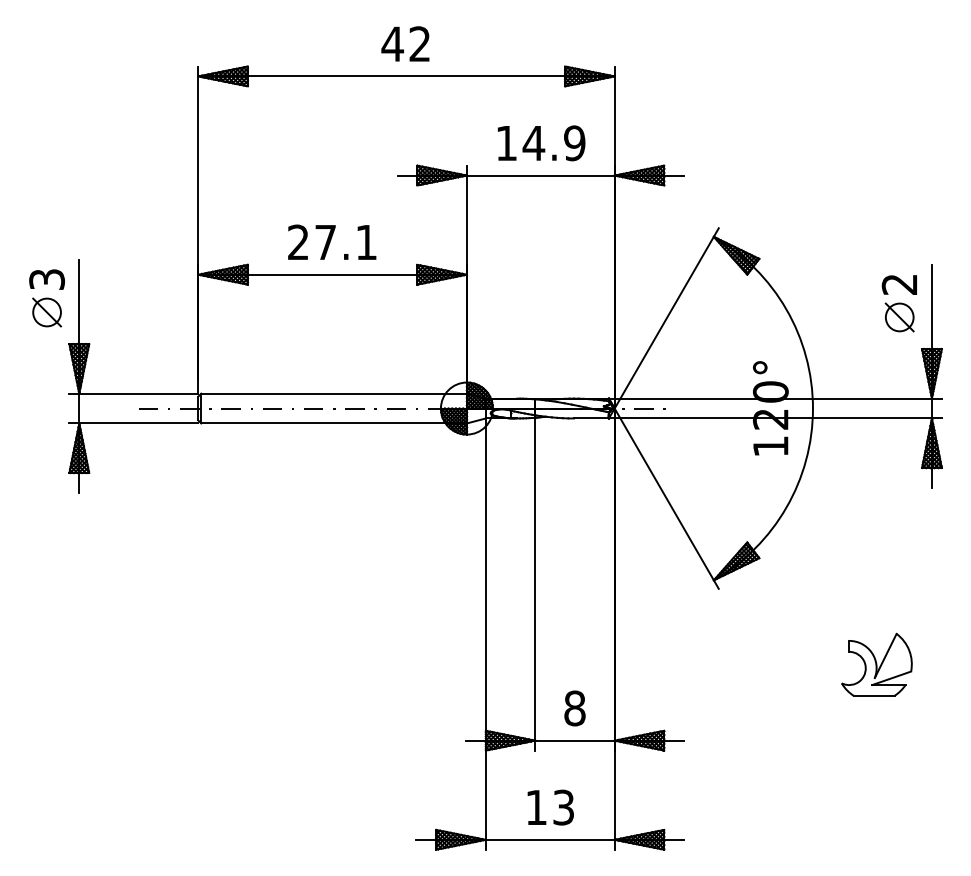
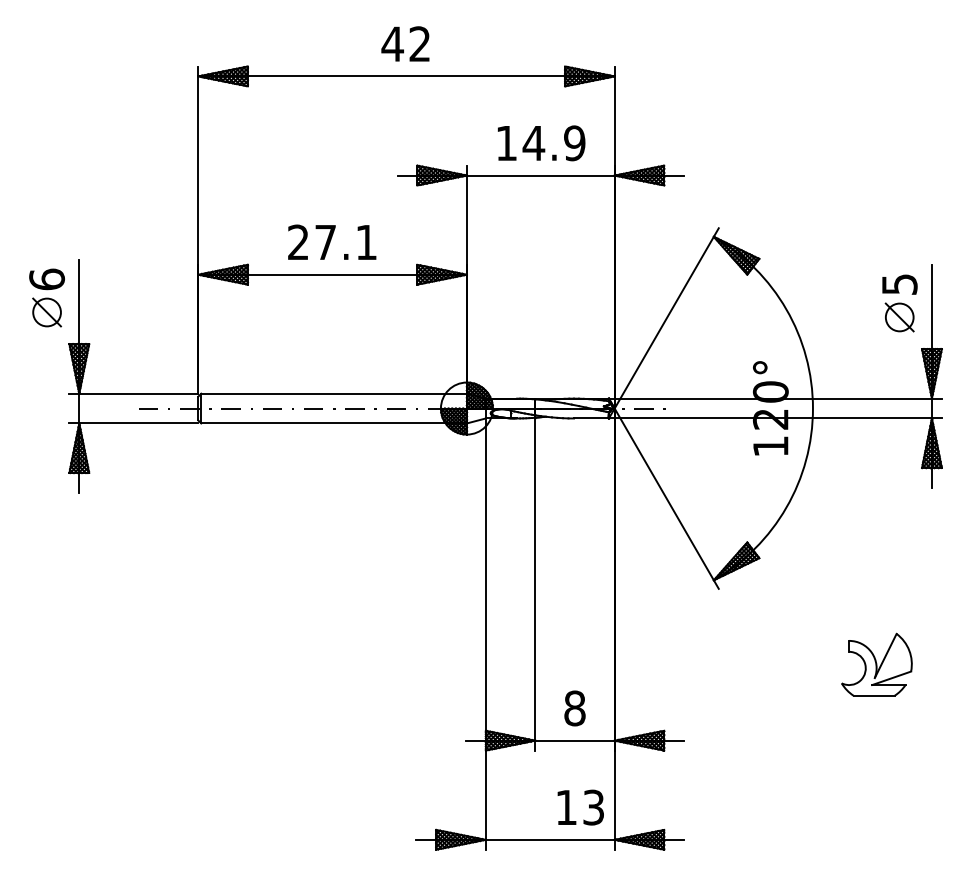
text at (47, 279): 3 -> 6
text at (899, 284): 2 -> 5
text at (550, 807) position: (550, 807) -> (580, 807)
